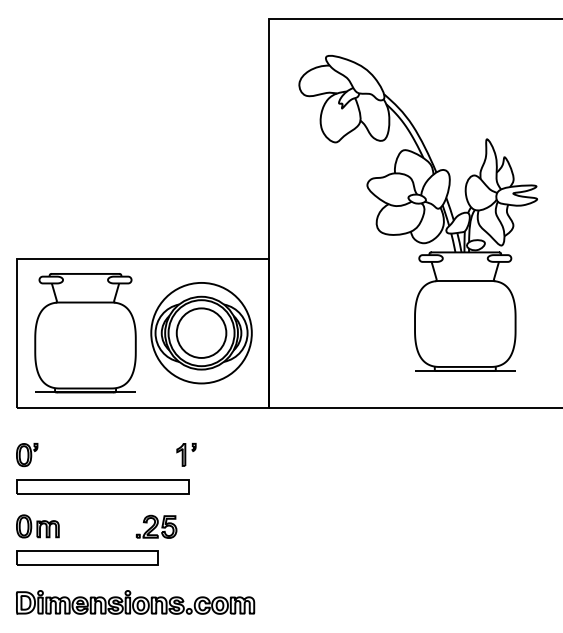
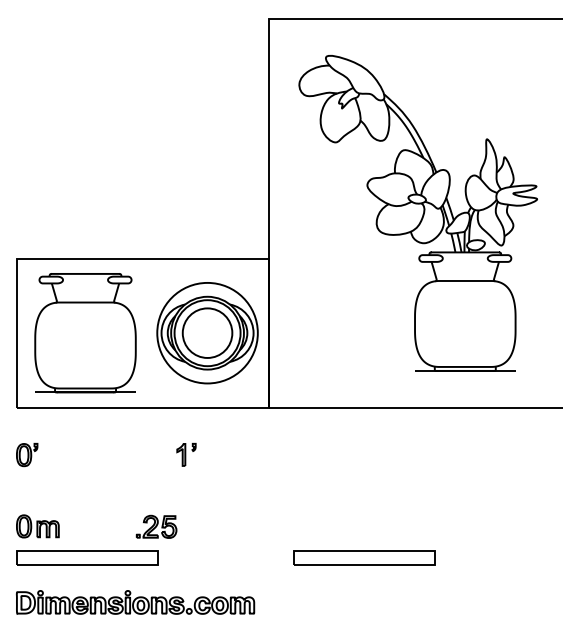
part at (201, 333) position: (201, 333) -> (207, 333)
part at (102, 486): present -> none
part at (364, 557): none -> present
